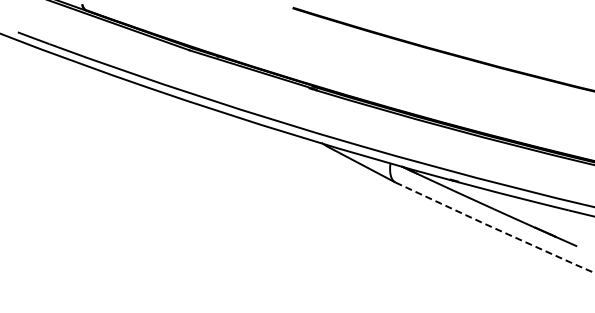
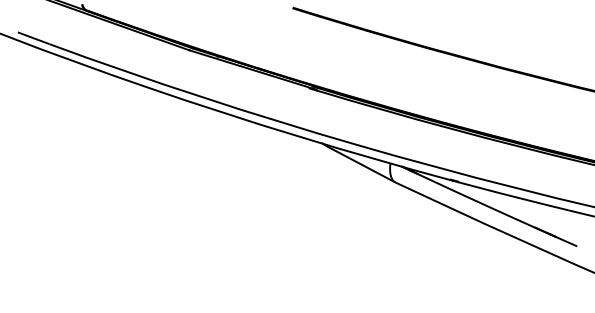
line at (495, 228): dashed -> solid
